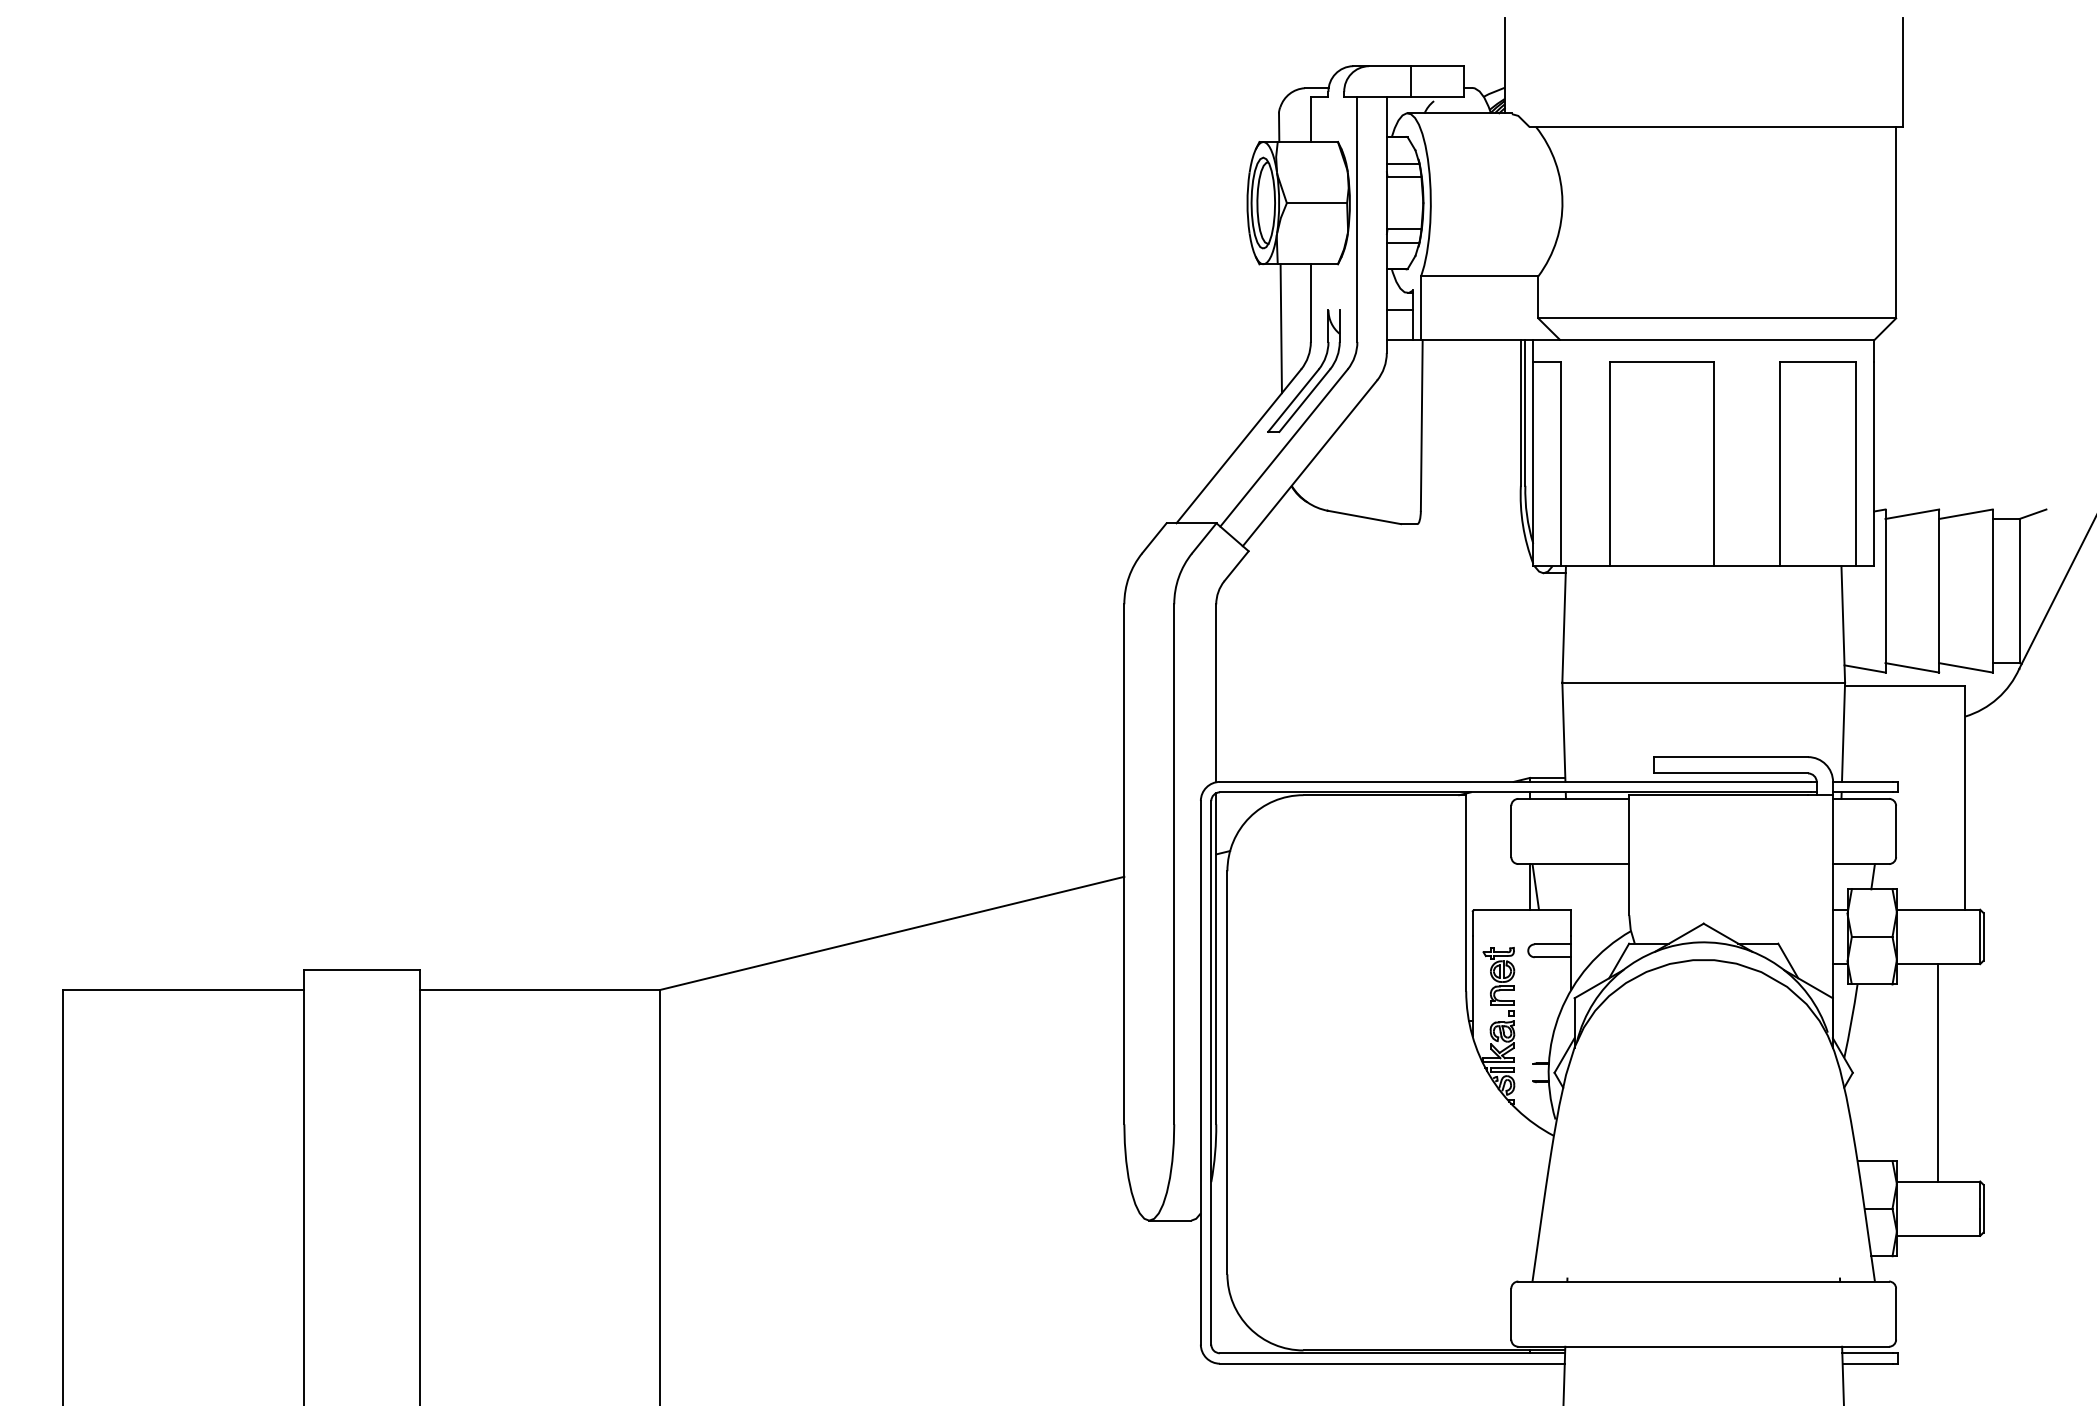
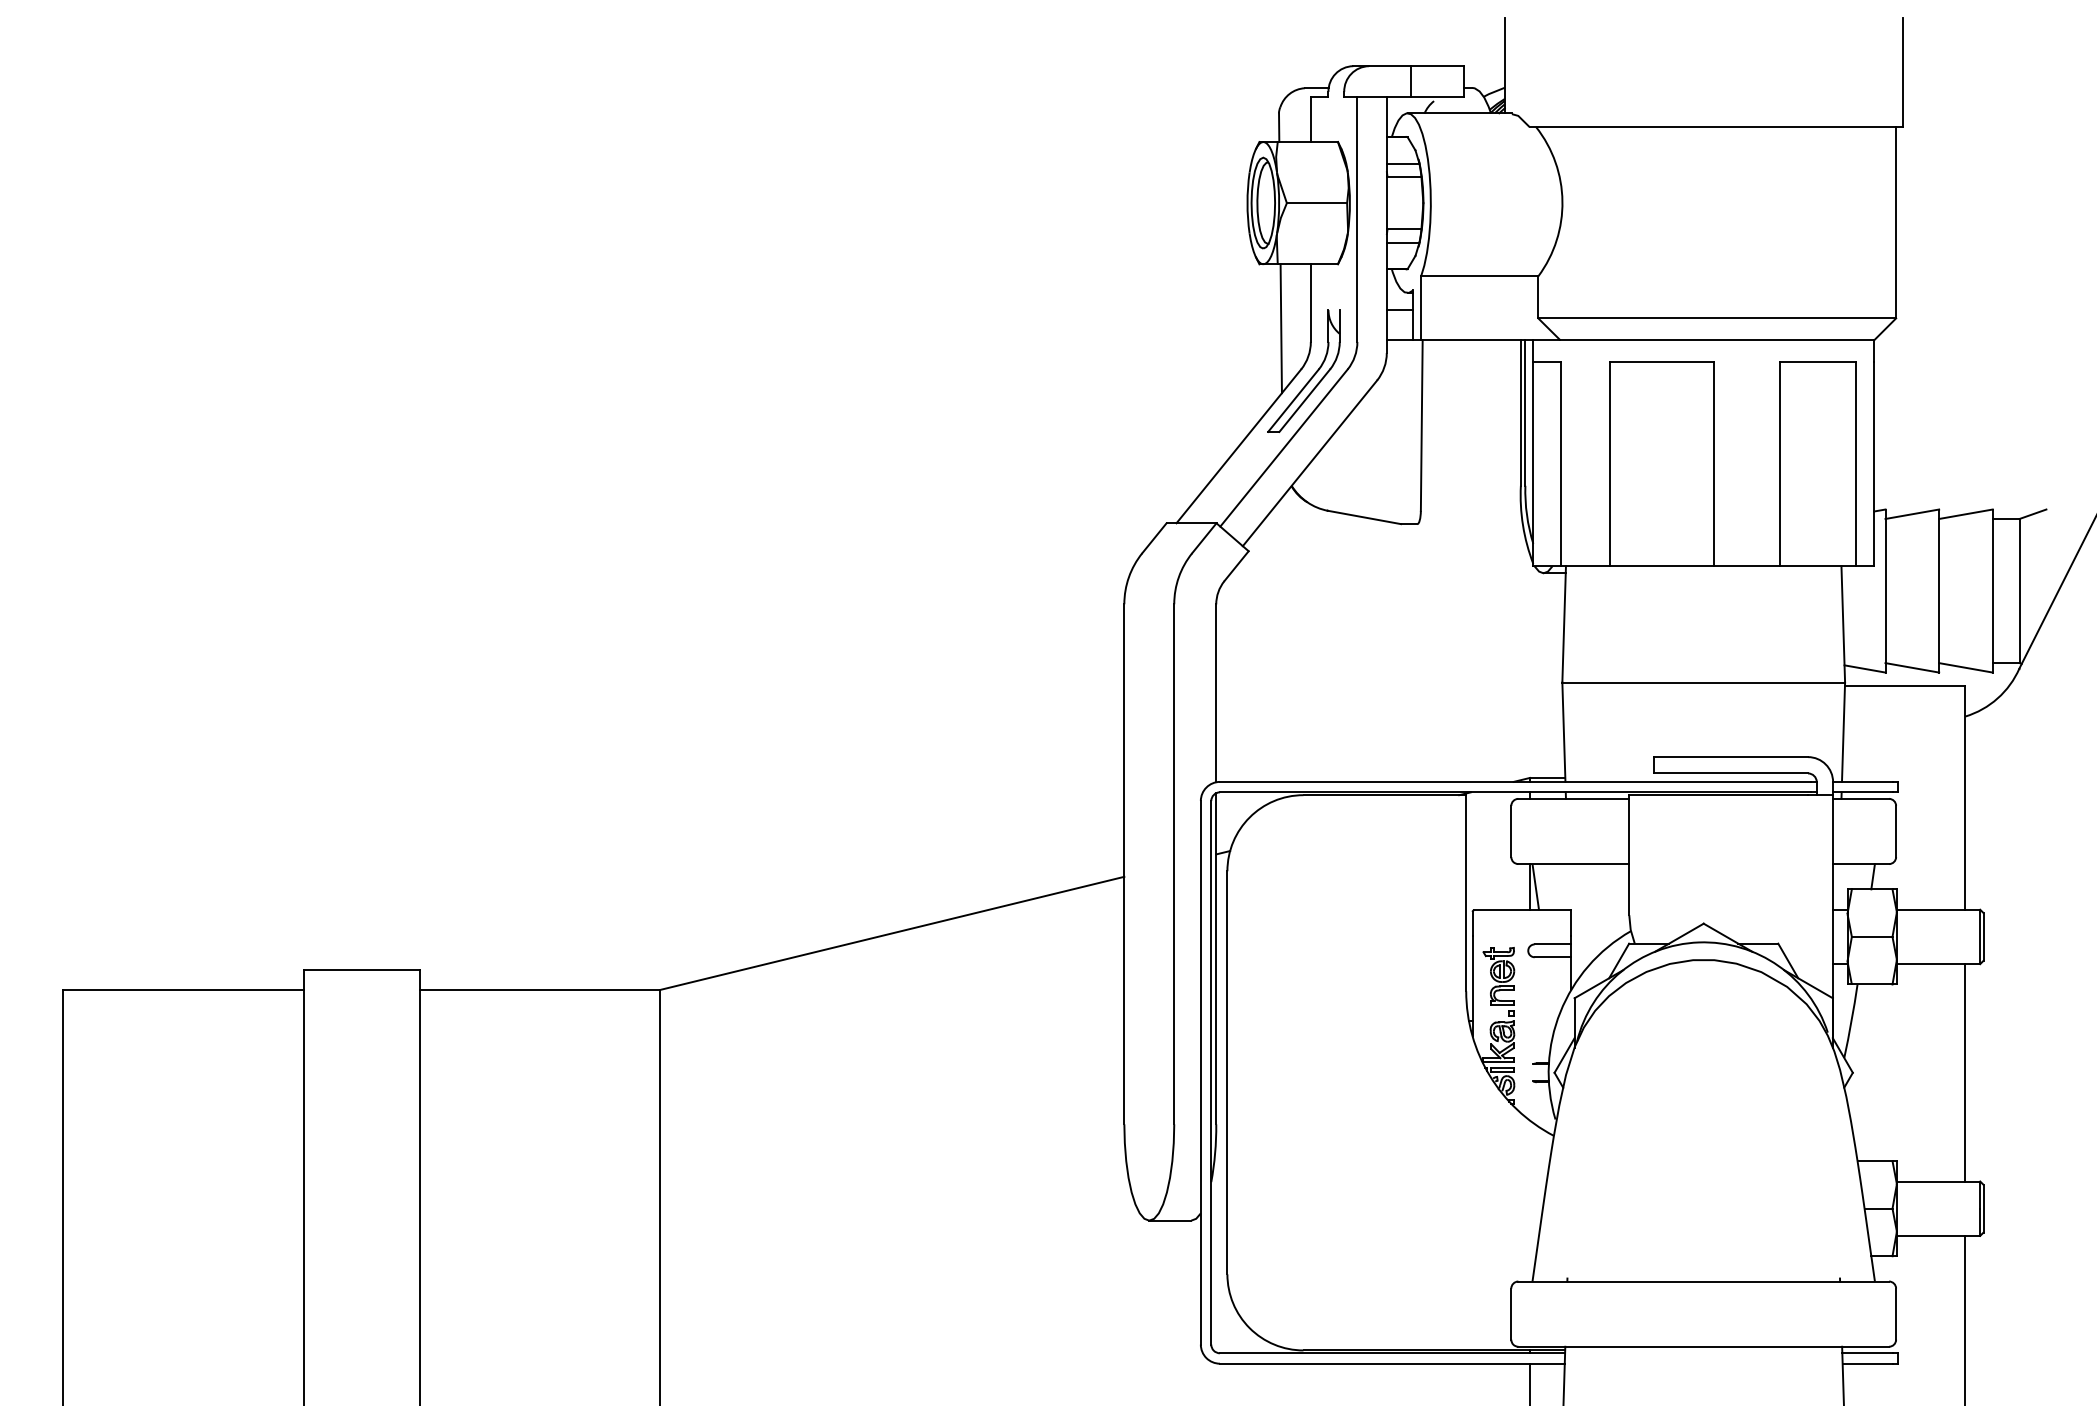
line at (1938, 1072) position: (1938, 1072) -> (1965, 1072)
line at (1965, 1318): none -> present
line at (1529, 1382): none -> present
